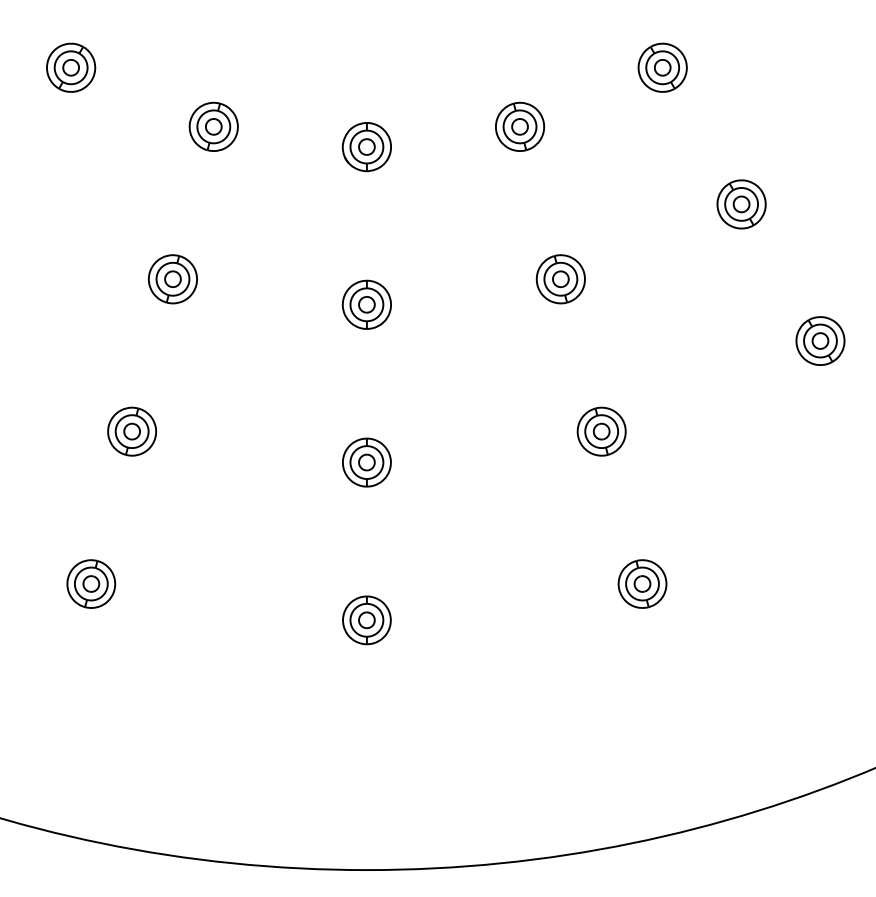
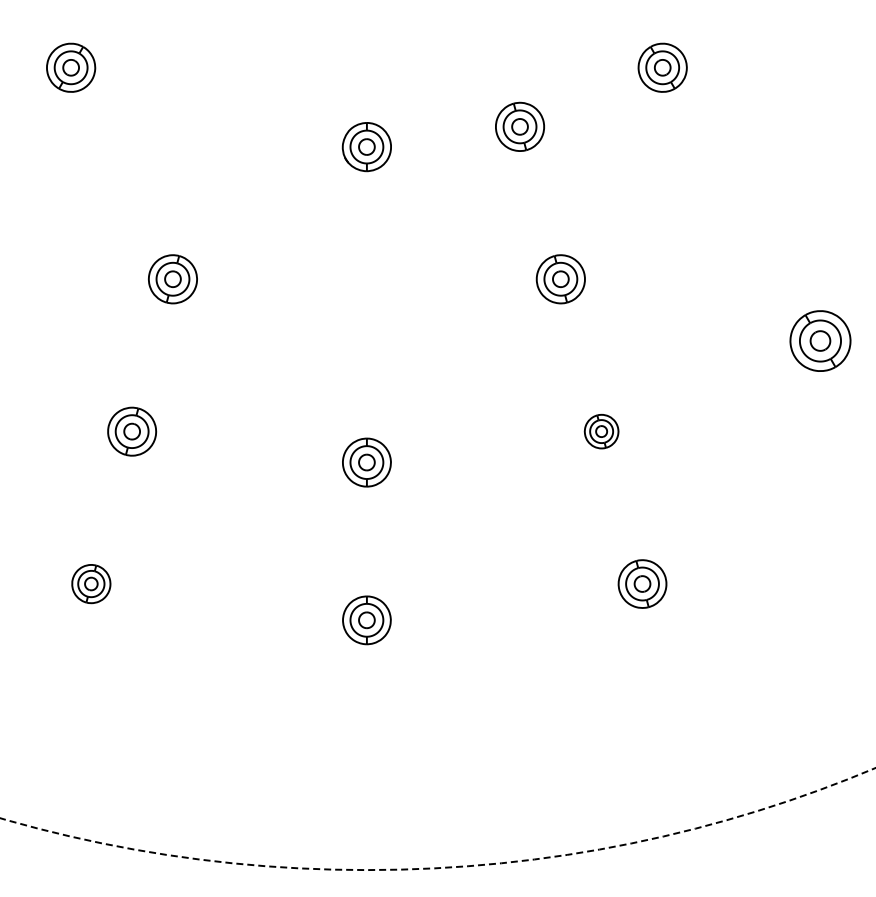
part at (213, 126): present -> none
part at (741, 204): present -> none
part at (366, 304): present -> none
part at (820, 340) size: 51x50 px -> 63x62 px
part at (601, 431) size: 51x51 px -> 37x36 px
part at (91, 583) size: 51x50 px -> 41x41 px
circle at (437, 818): solid -> dashed
